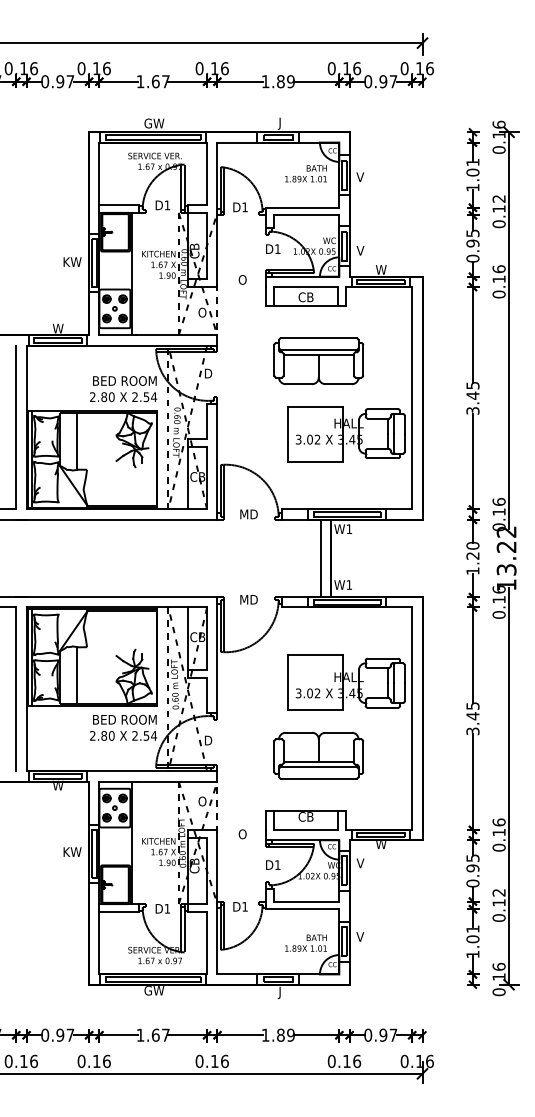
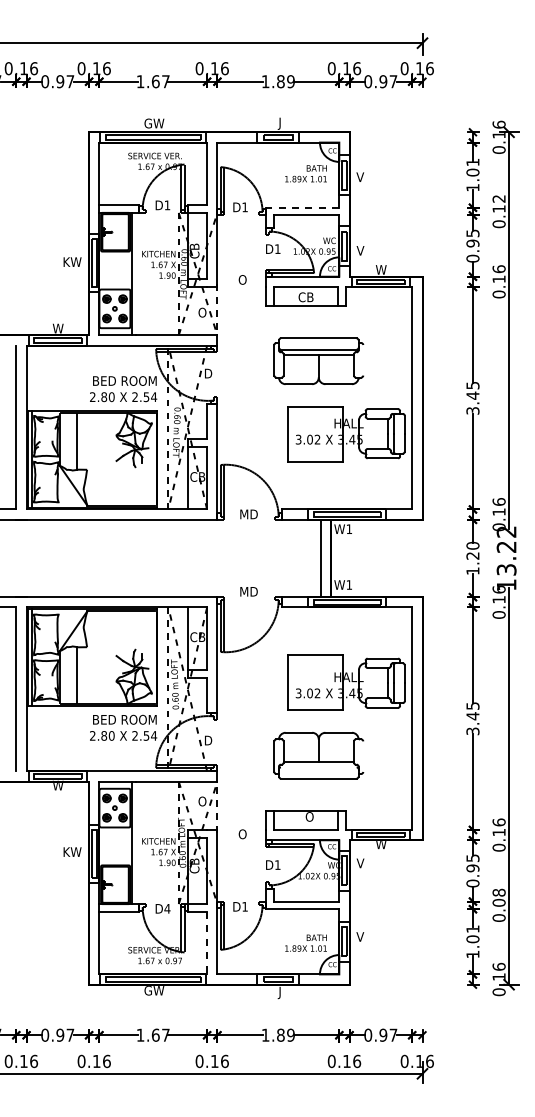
line at (302, 207): solid -> dashed
line at (363, 360): present -> none
text at (248, 599) position: (248, 599) -> (248, 591)
line at (363, 756): present -> none
line at (318, 767): present -> none
text at (305, 816): CB -> O
text at (498, 897): 0.12 -> 0.08
text at (167, 908): D1 -> D4
line at (207, 943): solid -> dashed
